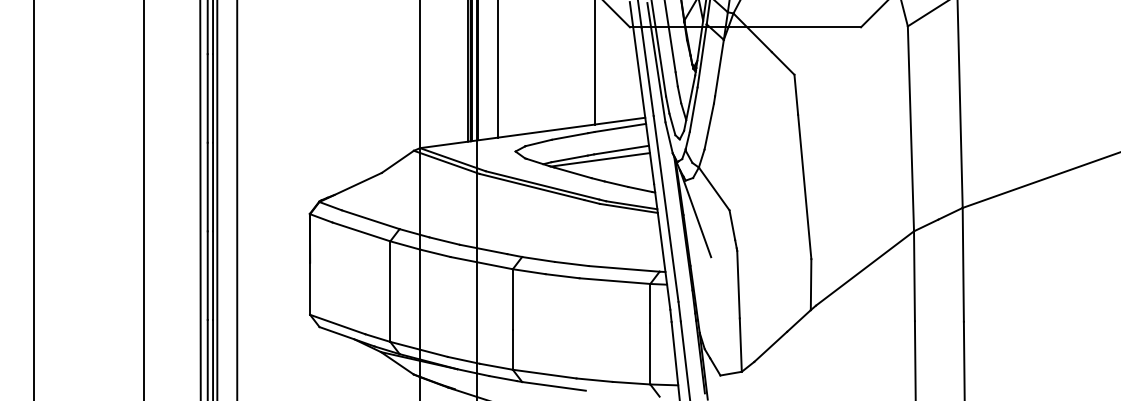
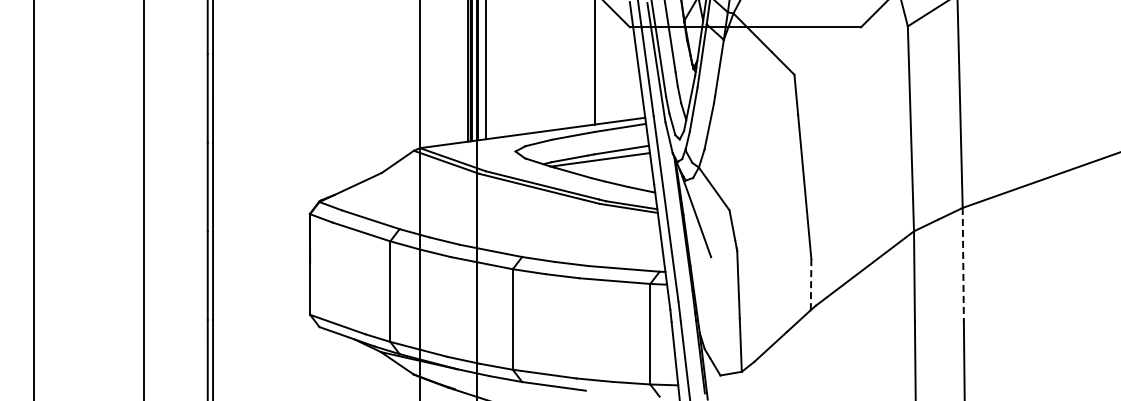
line at (497, 69) position: (497, 69) -> (485, 69)
line at (200, 199): present -> none
line at (217, 199): present -> none
line at (237, 199): present -> none
line at (963, 264): solid -> dashed
line at (811, 284): solid -> dashed
